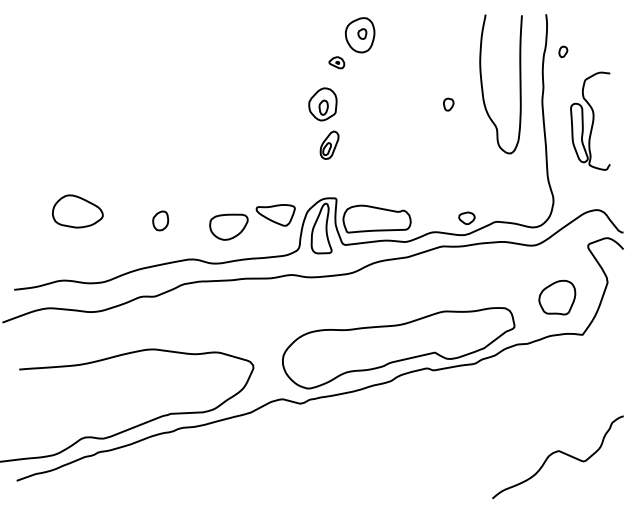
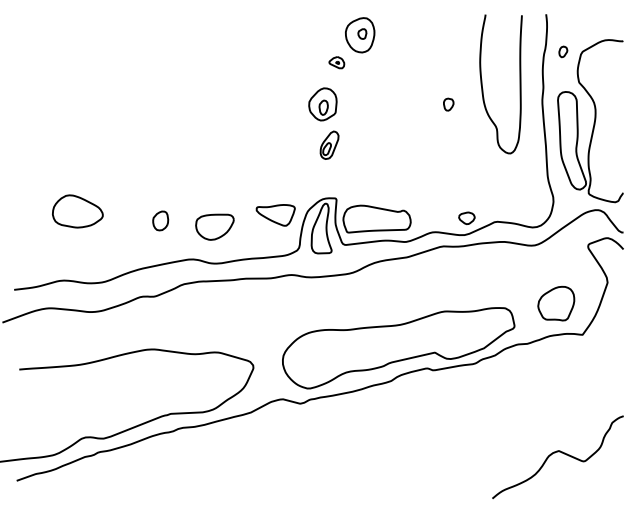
part at (590, 120) size: 41x100 px -> 67x165 px
part at (228, 226) position: (228, 226) -> (214, 226)
part at (557, 297) position: (557, 297) -> (556, 303)
